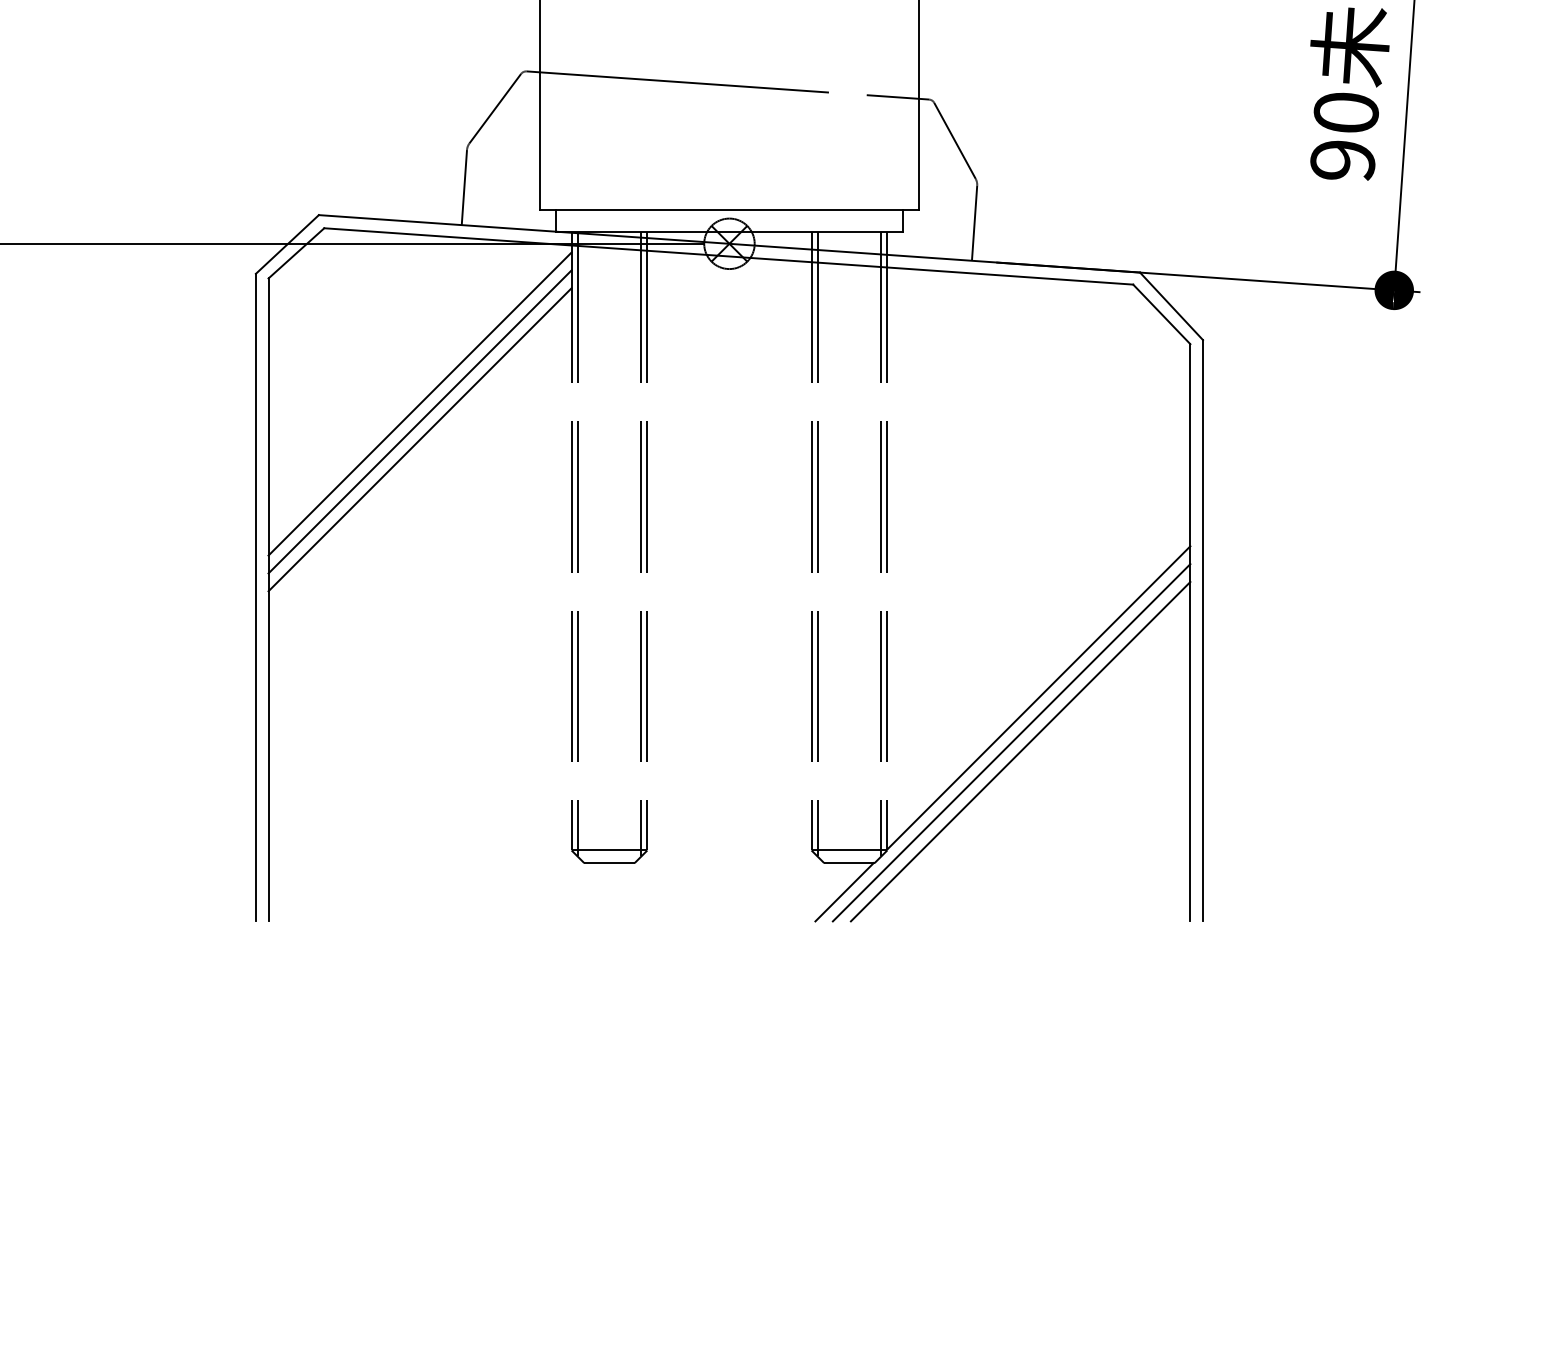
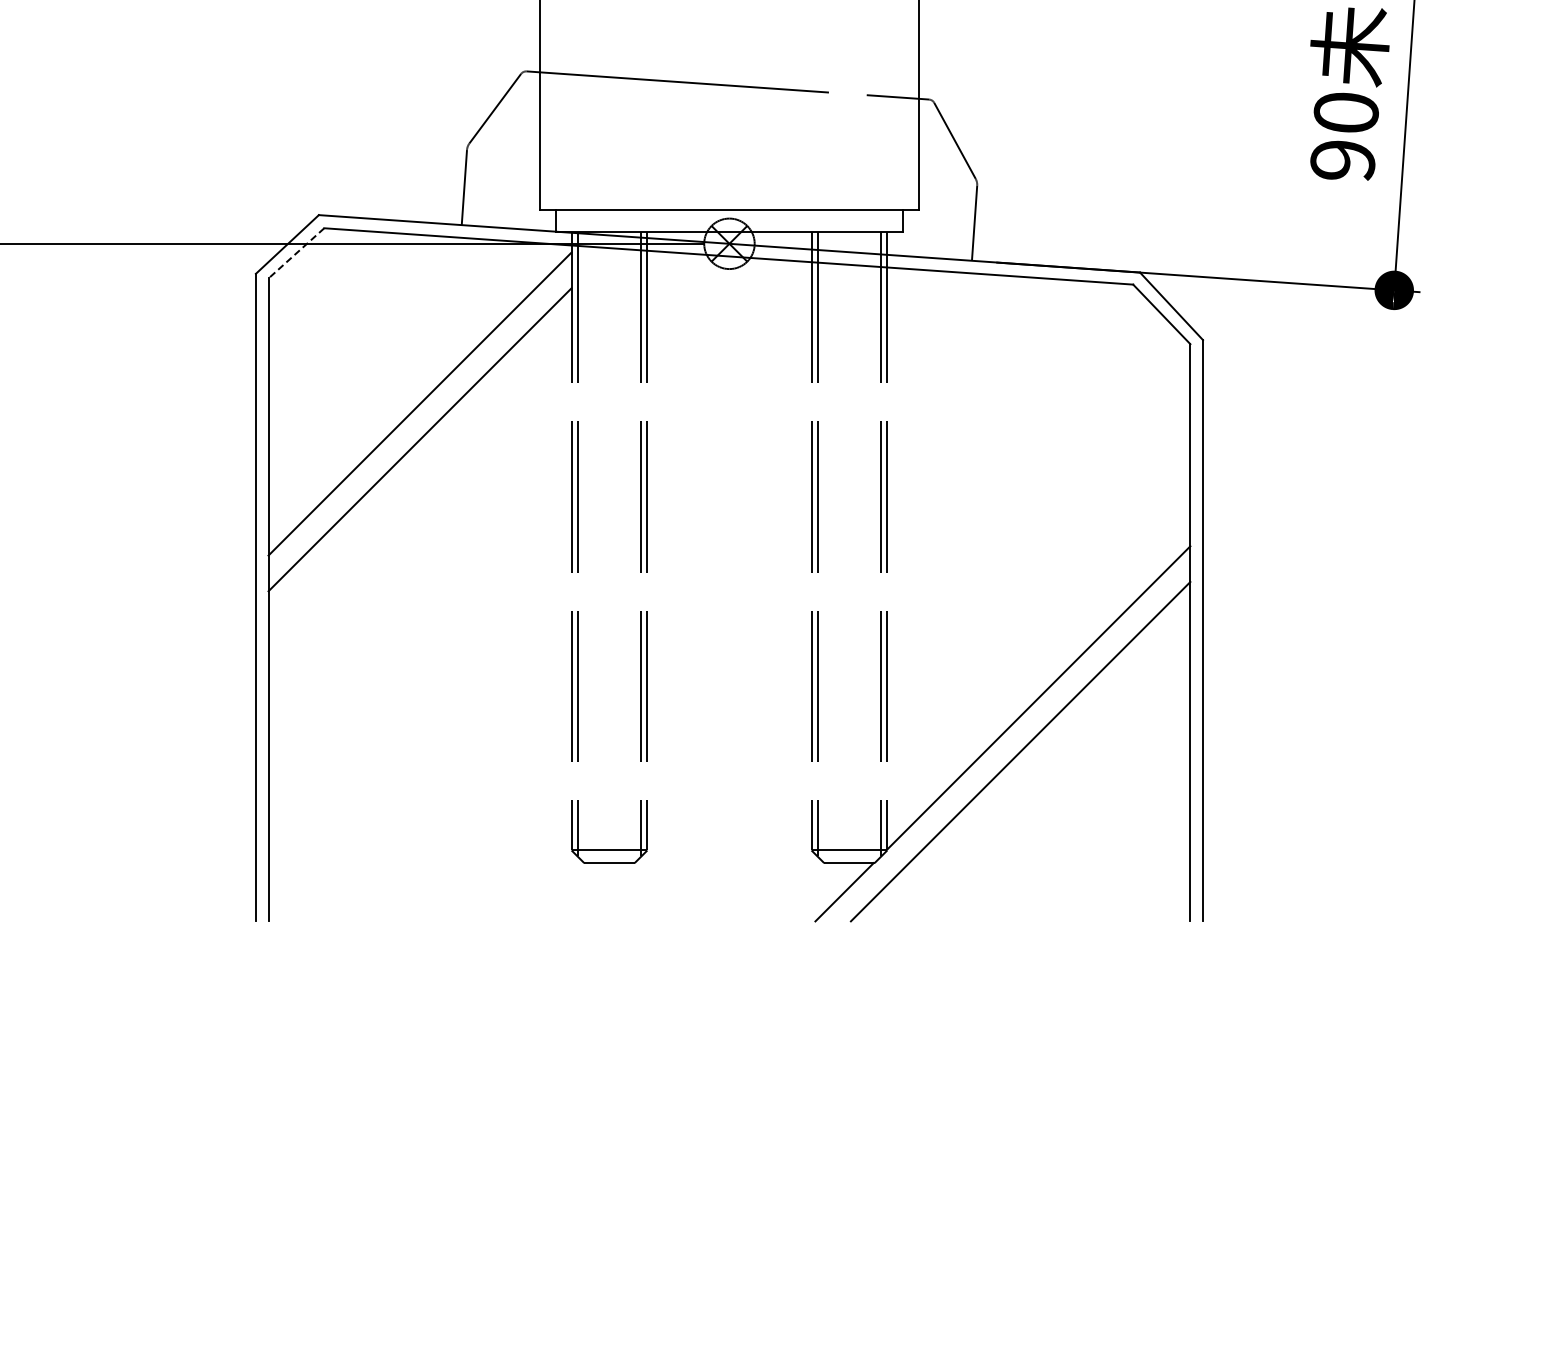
line at (296, 253): solid -> dashed
line at (419, 421): present -> none
line at (1011, 742): present -> none
